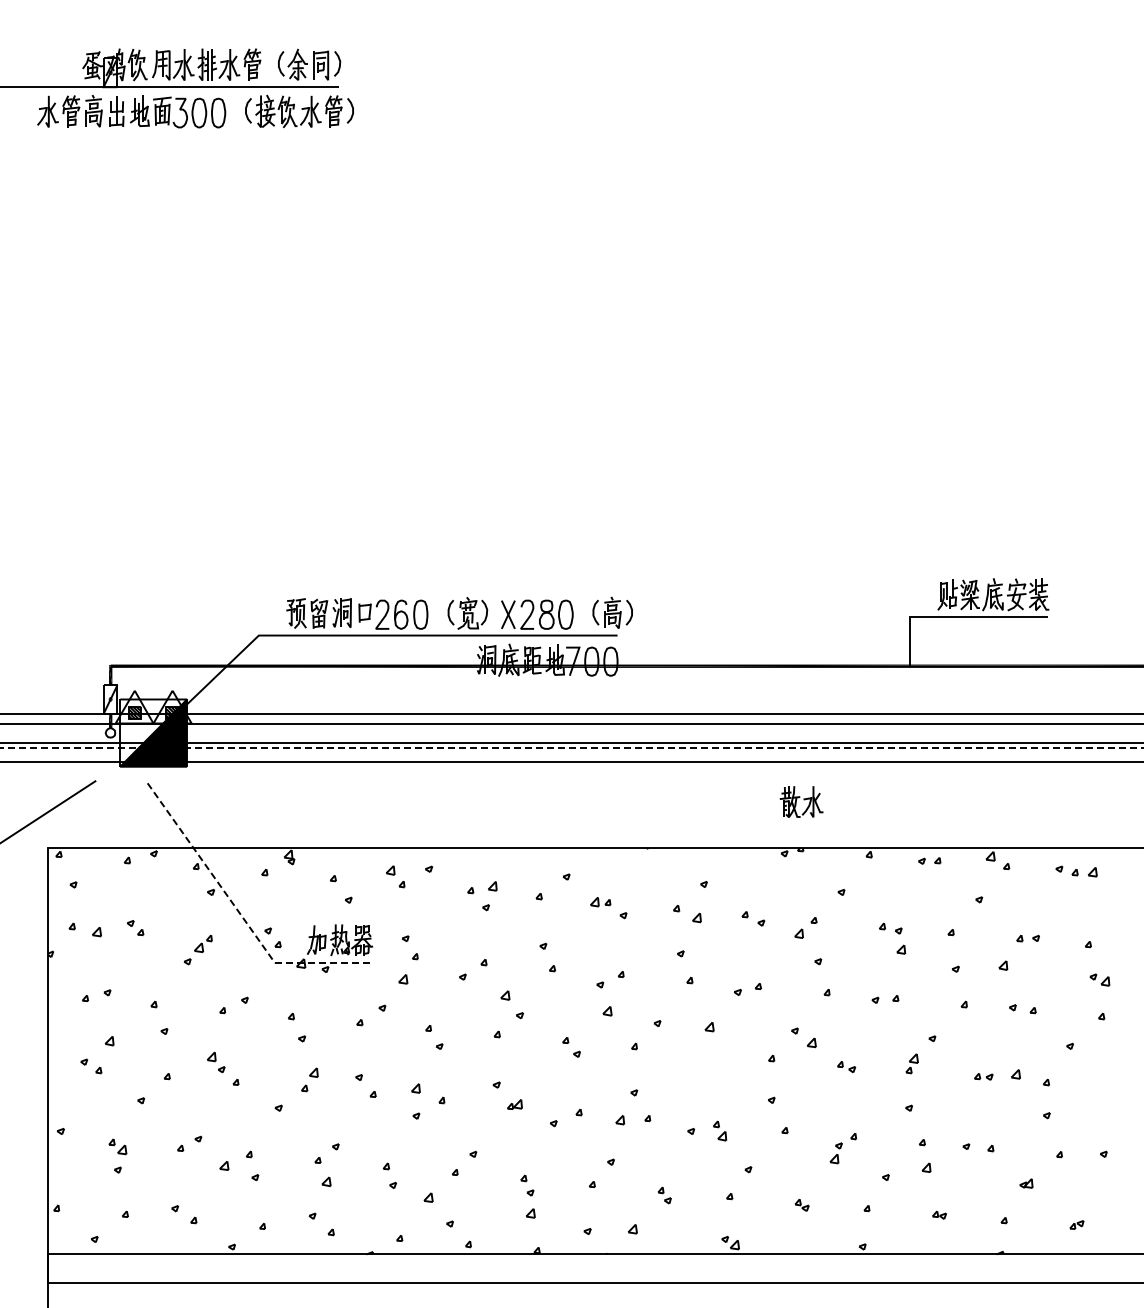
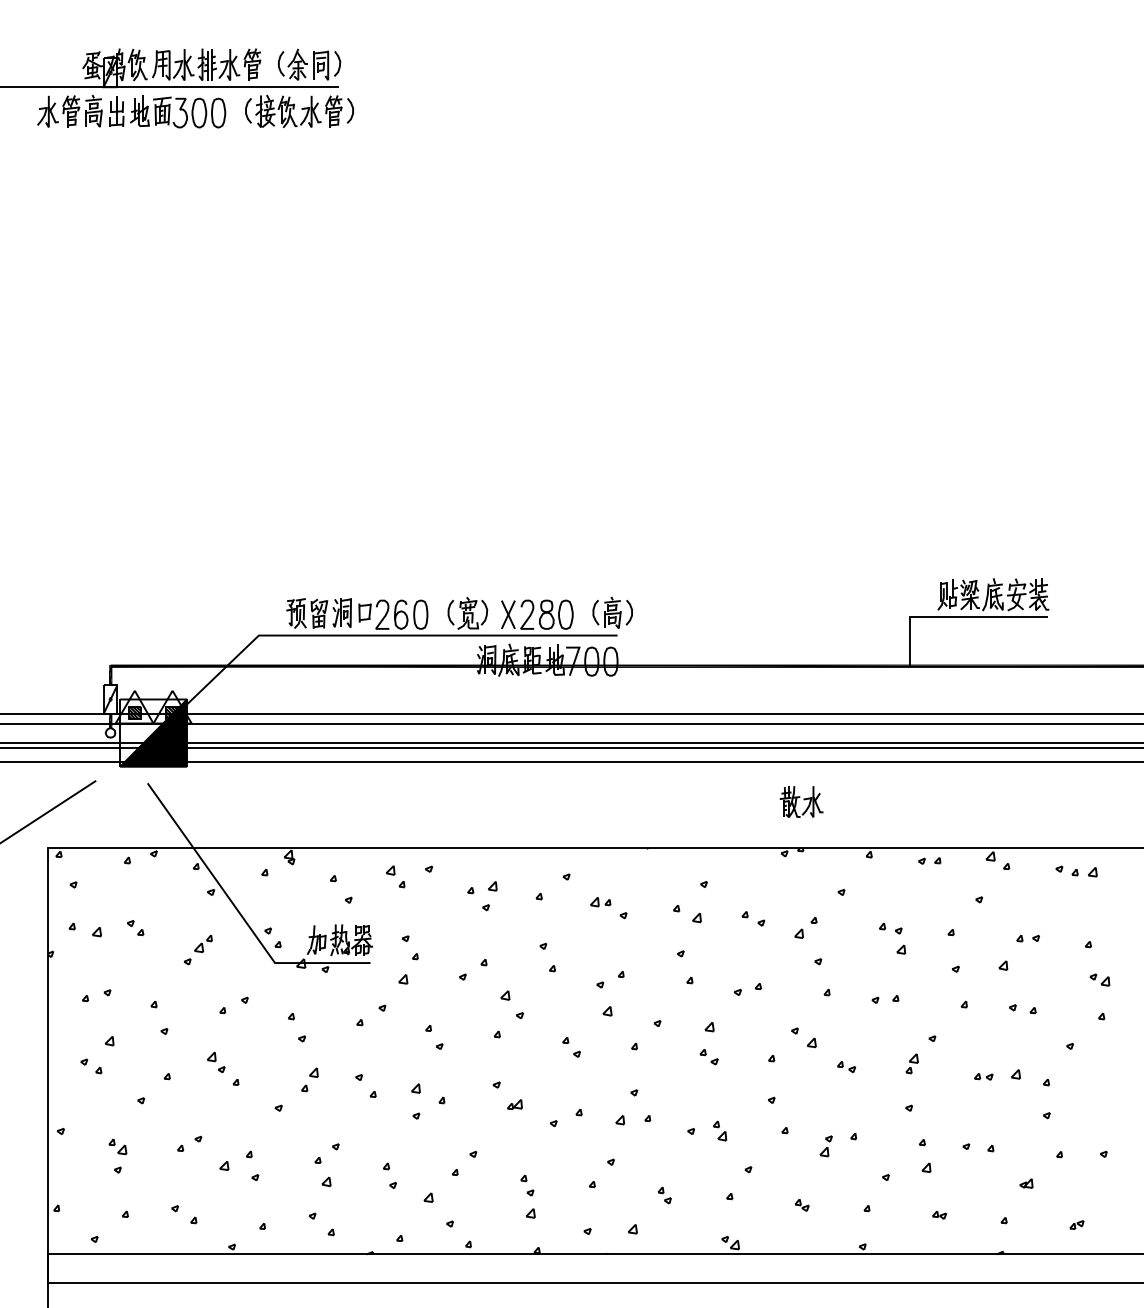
line at (572, 747): dashed -> solid
line at (239, 912): dashed -> solid
part at (708, 1057): none -> present
part at (835, 1153) position: (835, 1153) -> (825, 1146)
